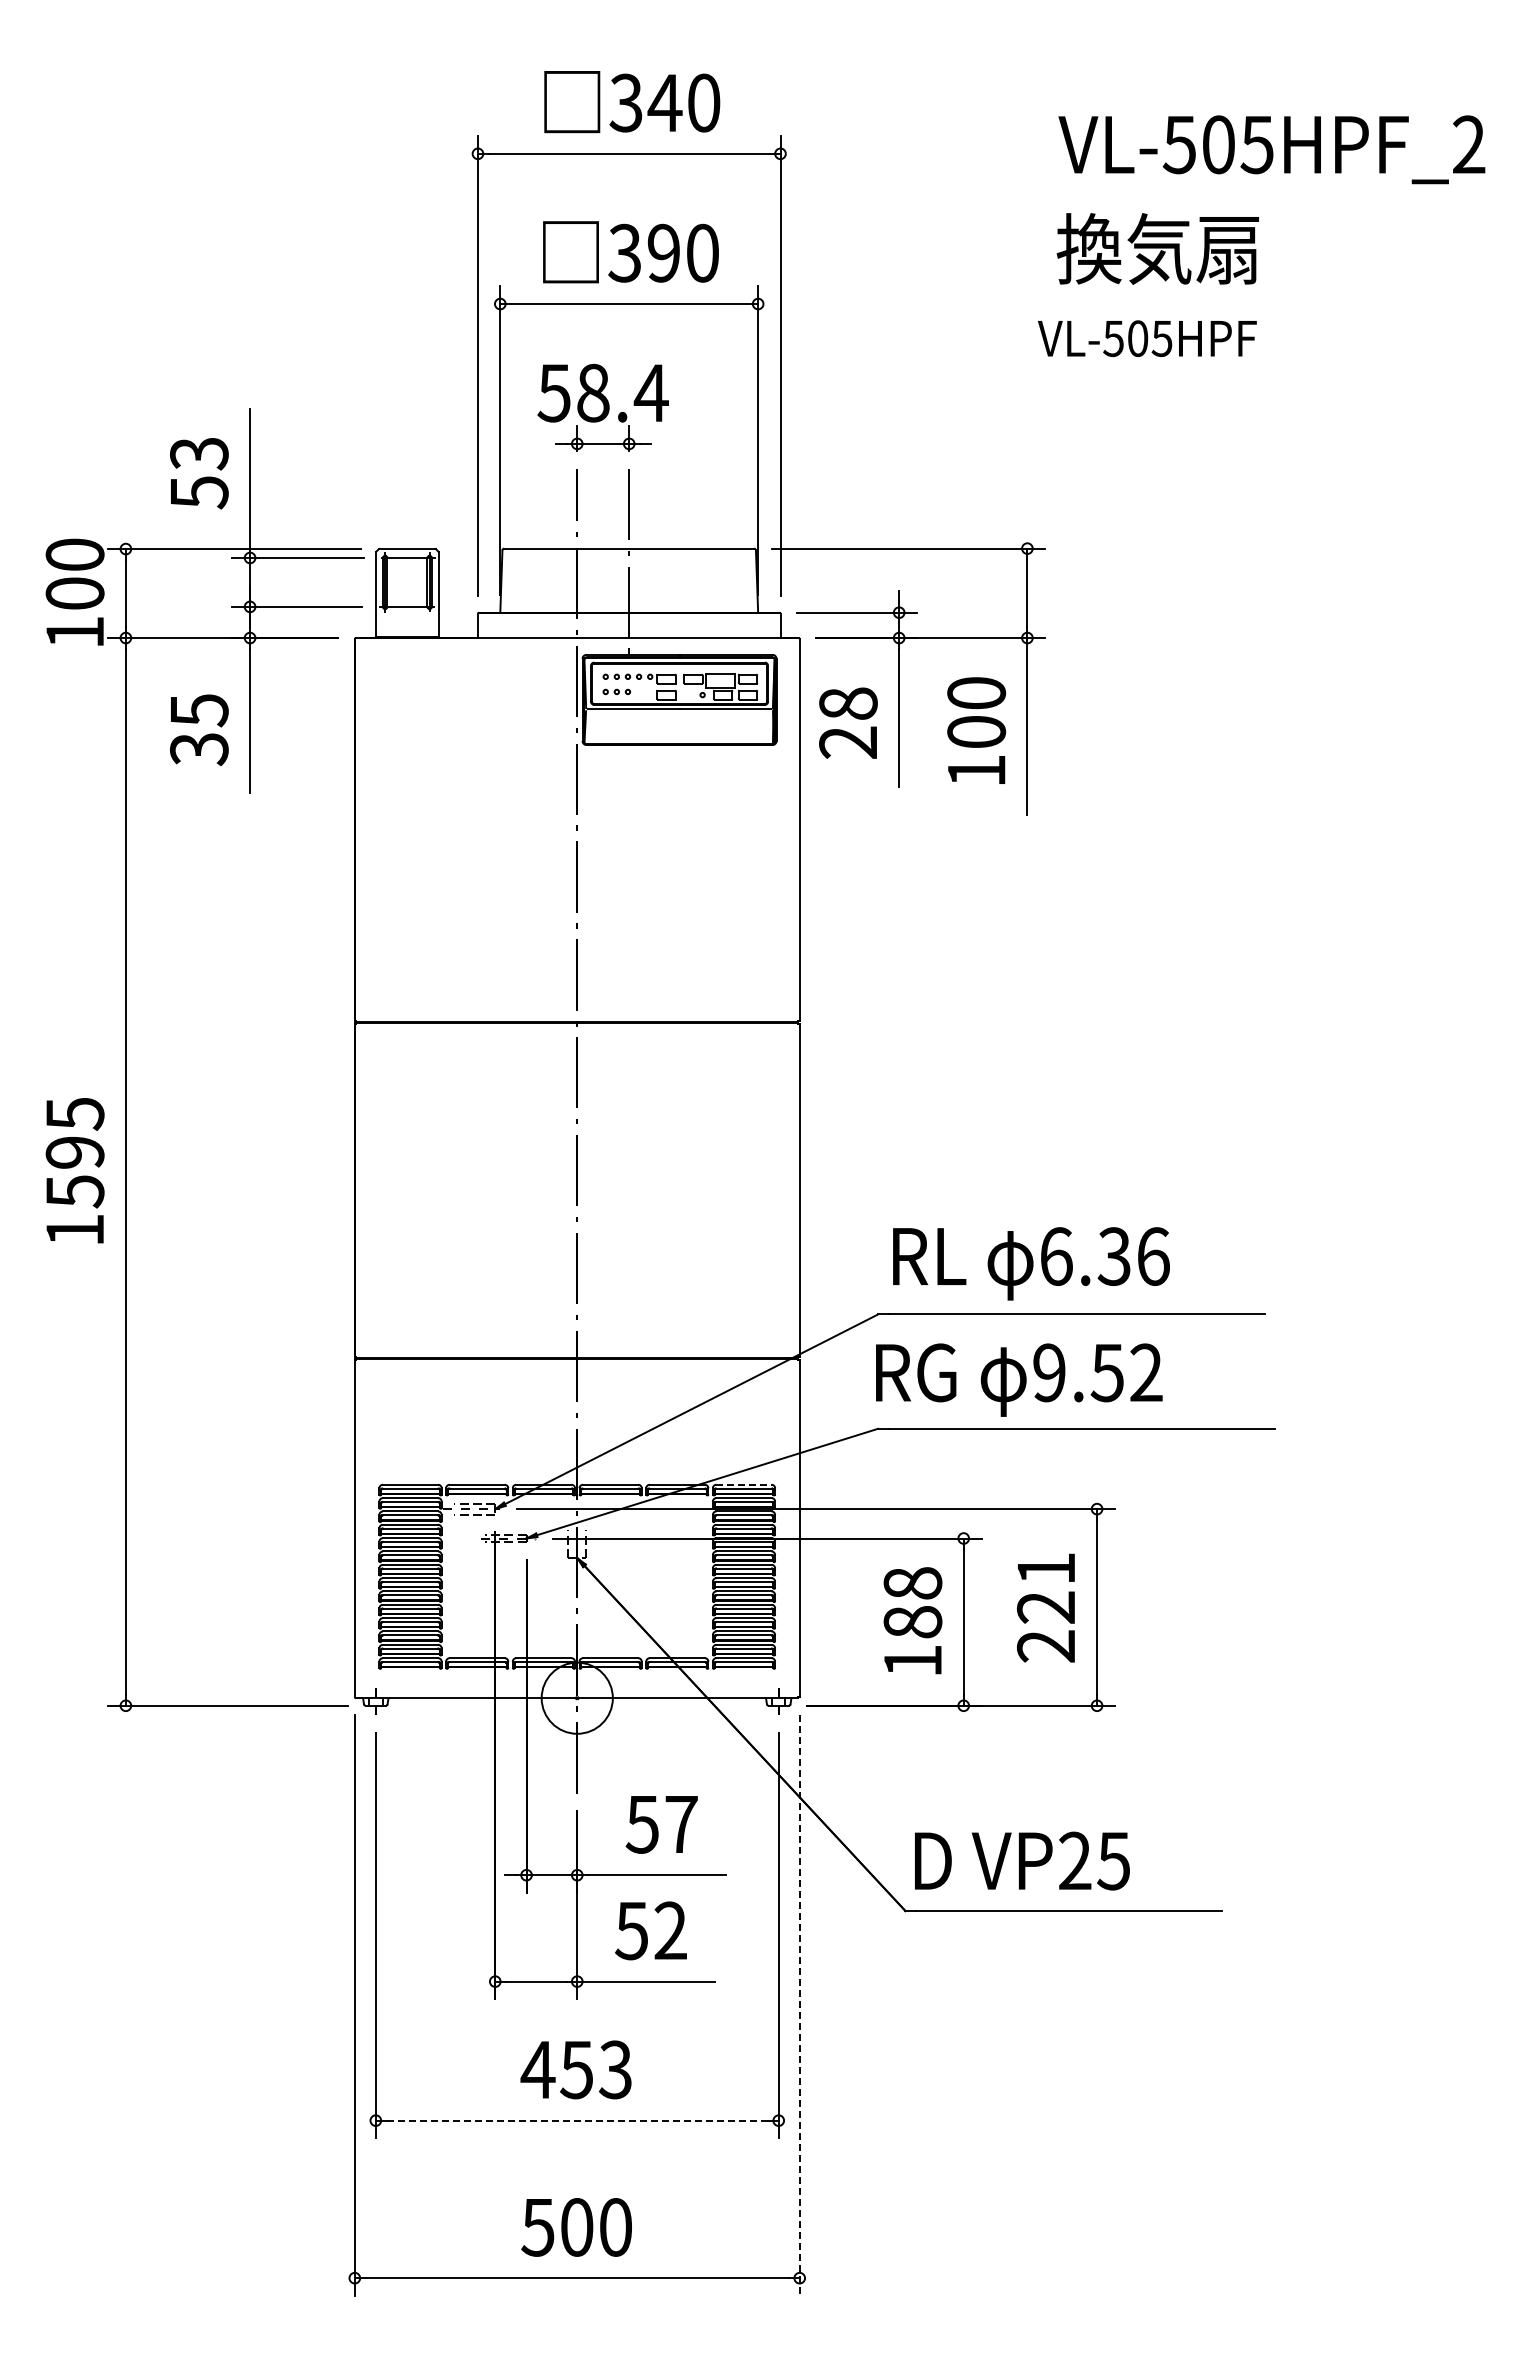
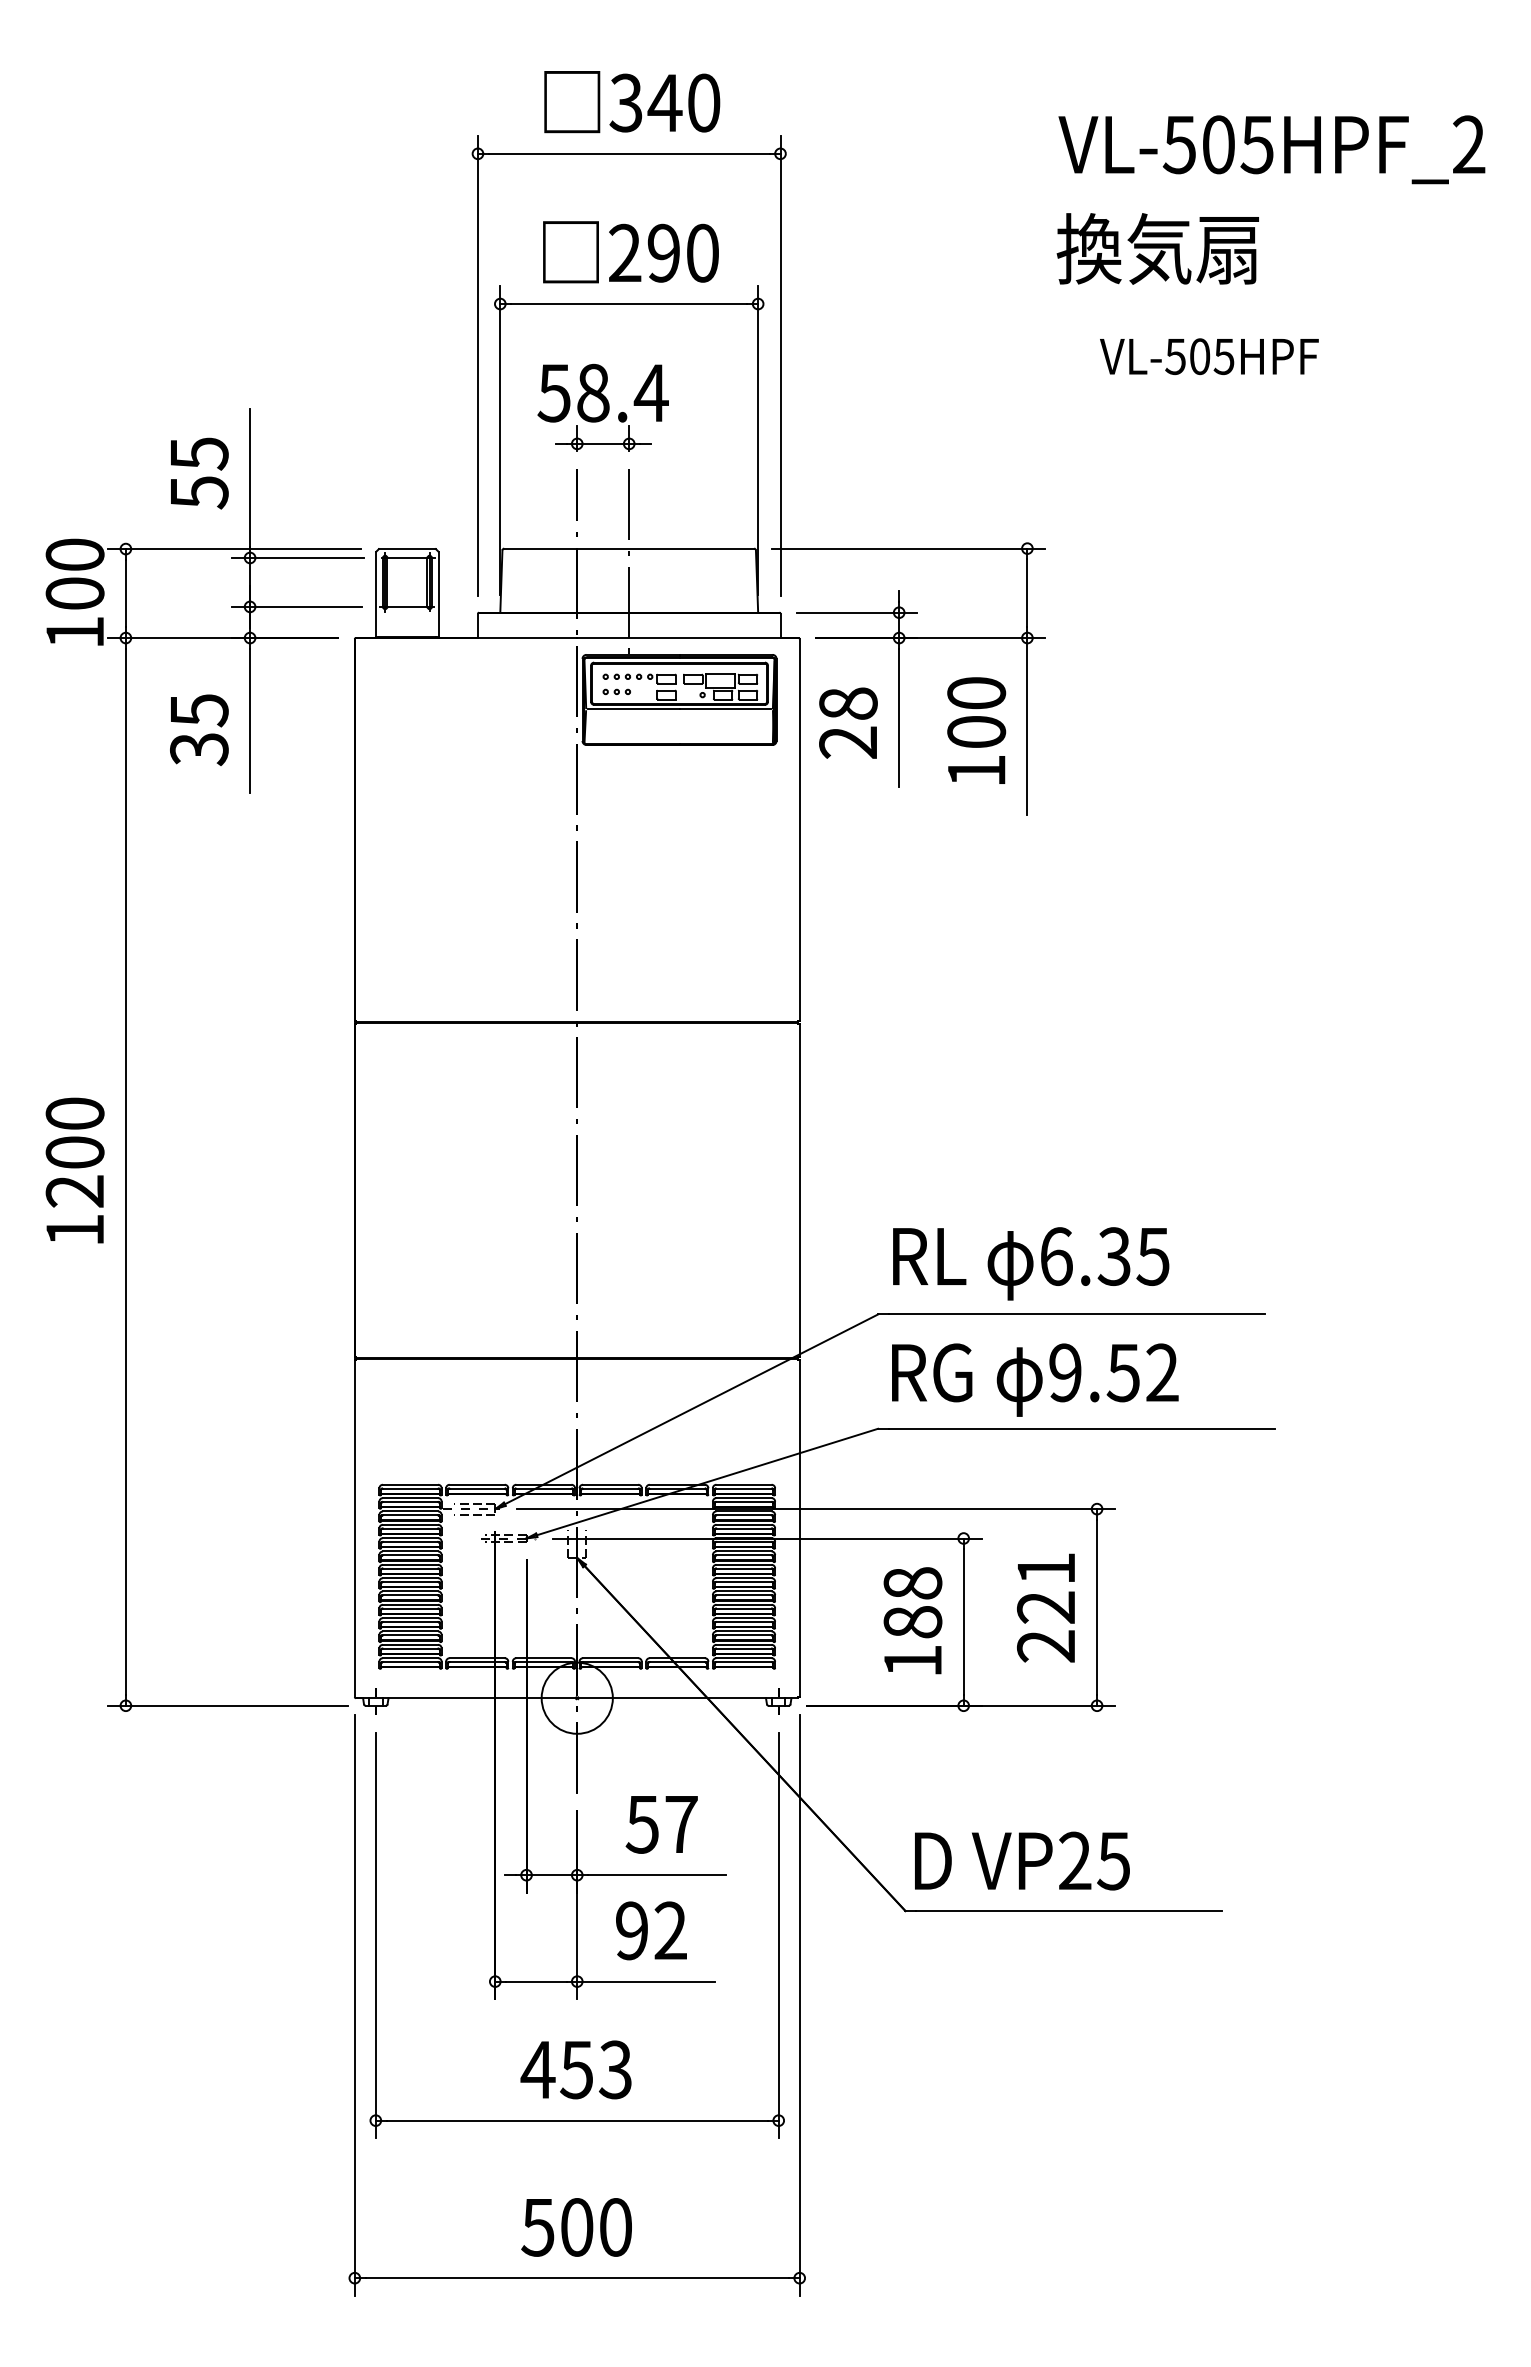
text at (624, 253): 390 -> 290
text at (1147, 338) position: (1147, 338) -> (1209, 356)
text at (199, 453): 53 -> 55
text at (74, 1152): 1595 -> 1200
text at (1152, 1256): 6.36 -> 6.35
text at (1019, 1379) position: (1019, 1379) -> (1035, 1379)
line at (744, 1484): dashed -> solid
text at (631, 1930): 52 -> 92
line at (799, 2005): dashed -> solid
line at (577, 2120): dashed -> solid
